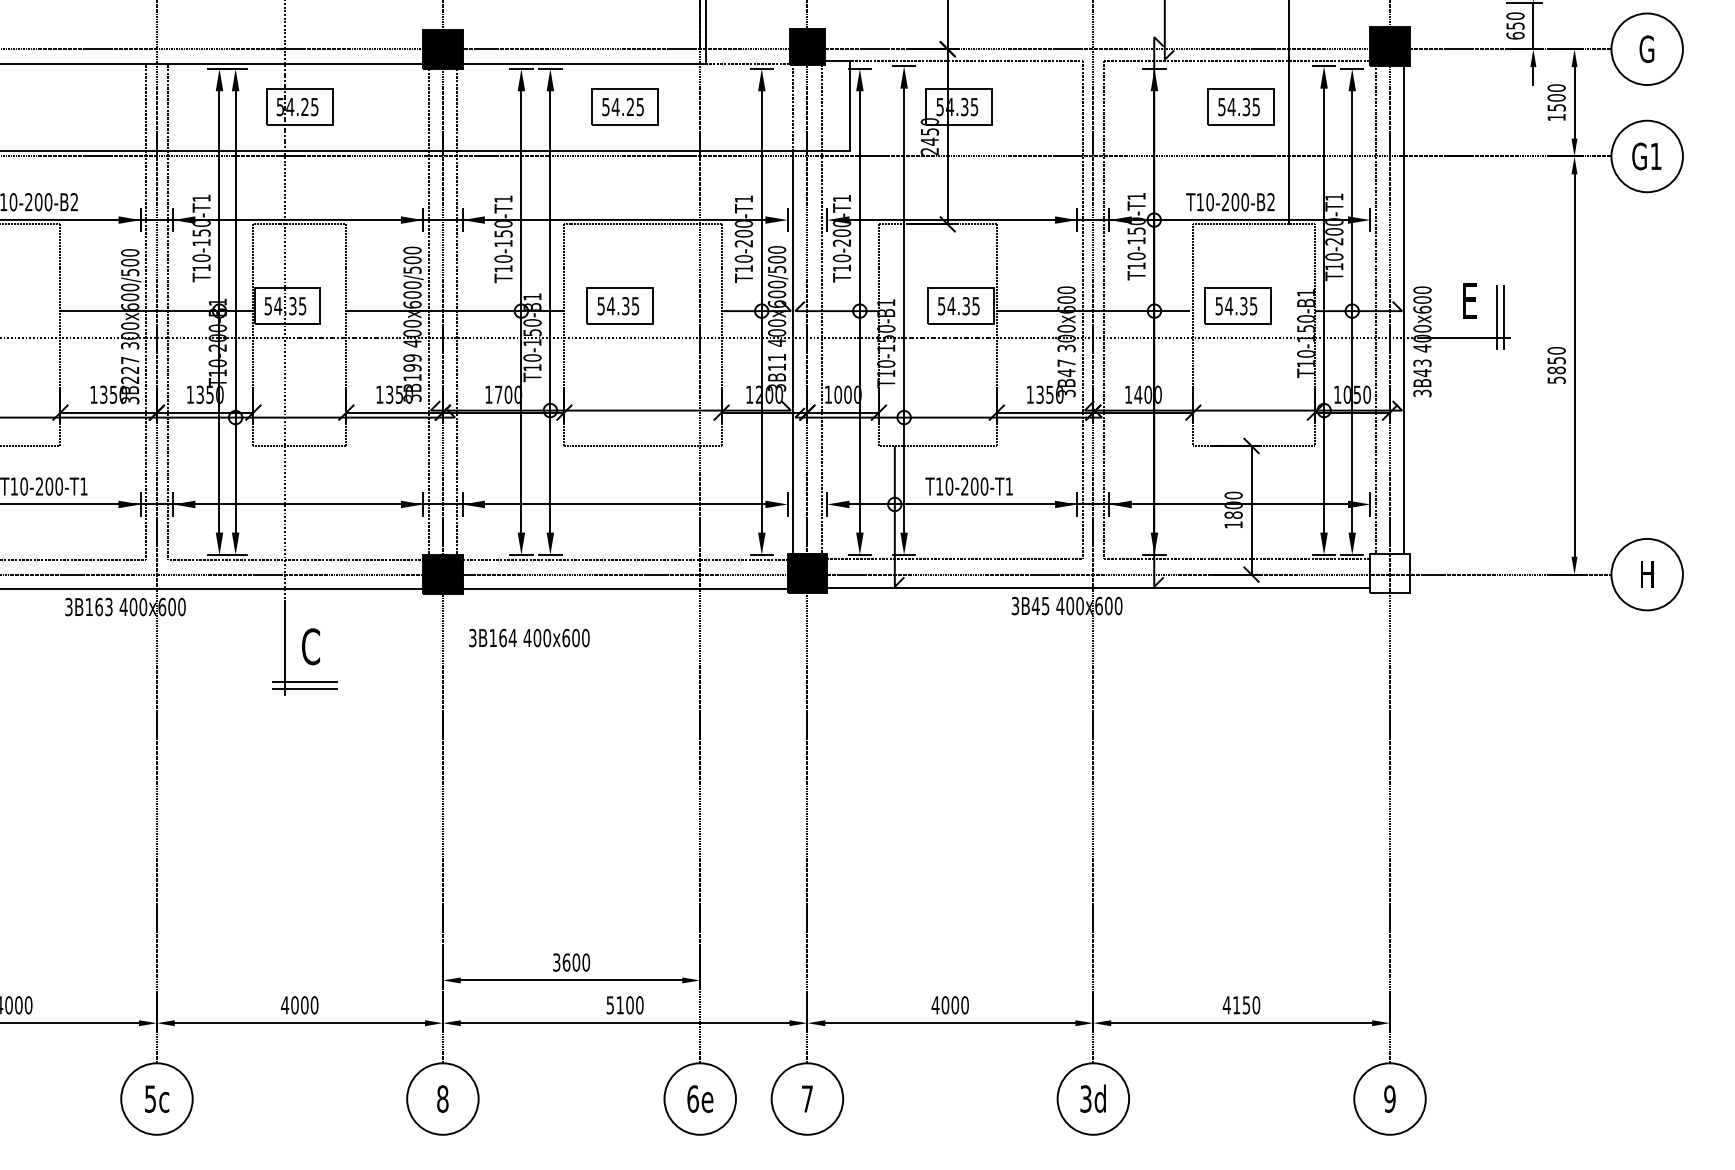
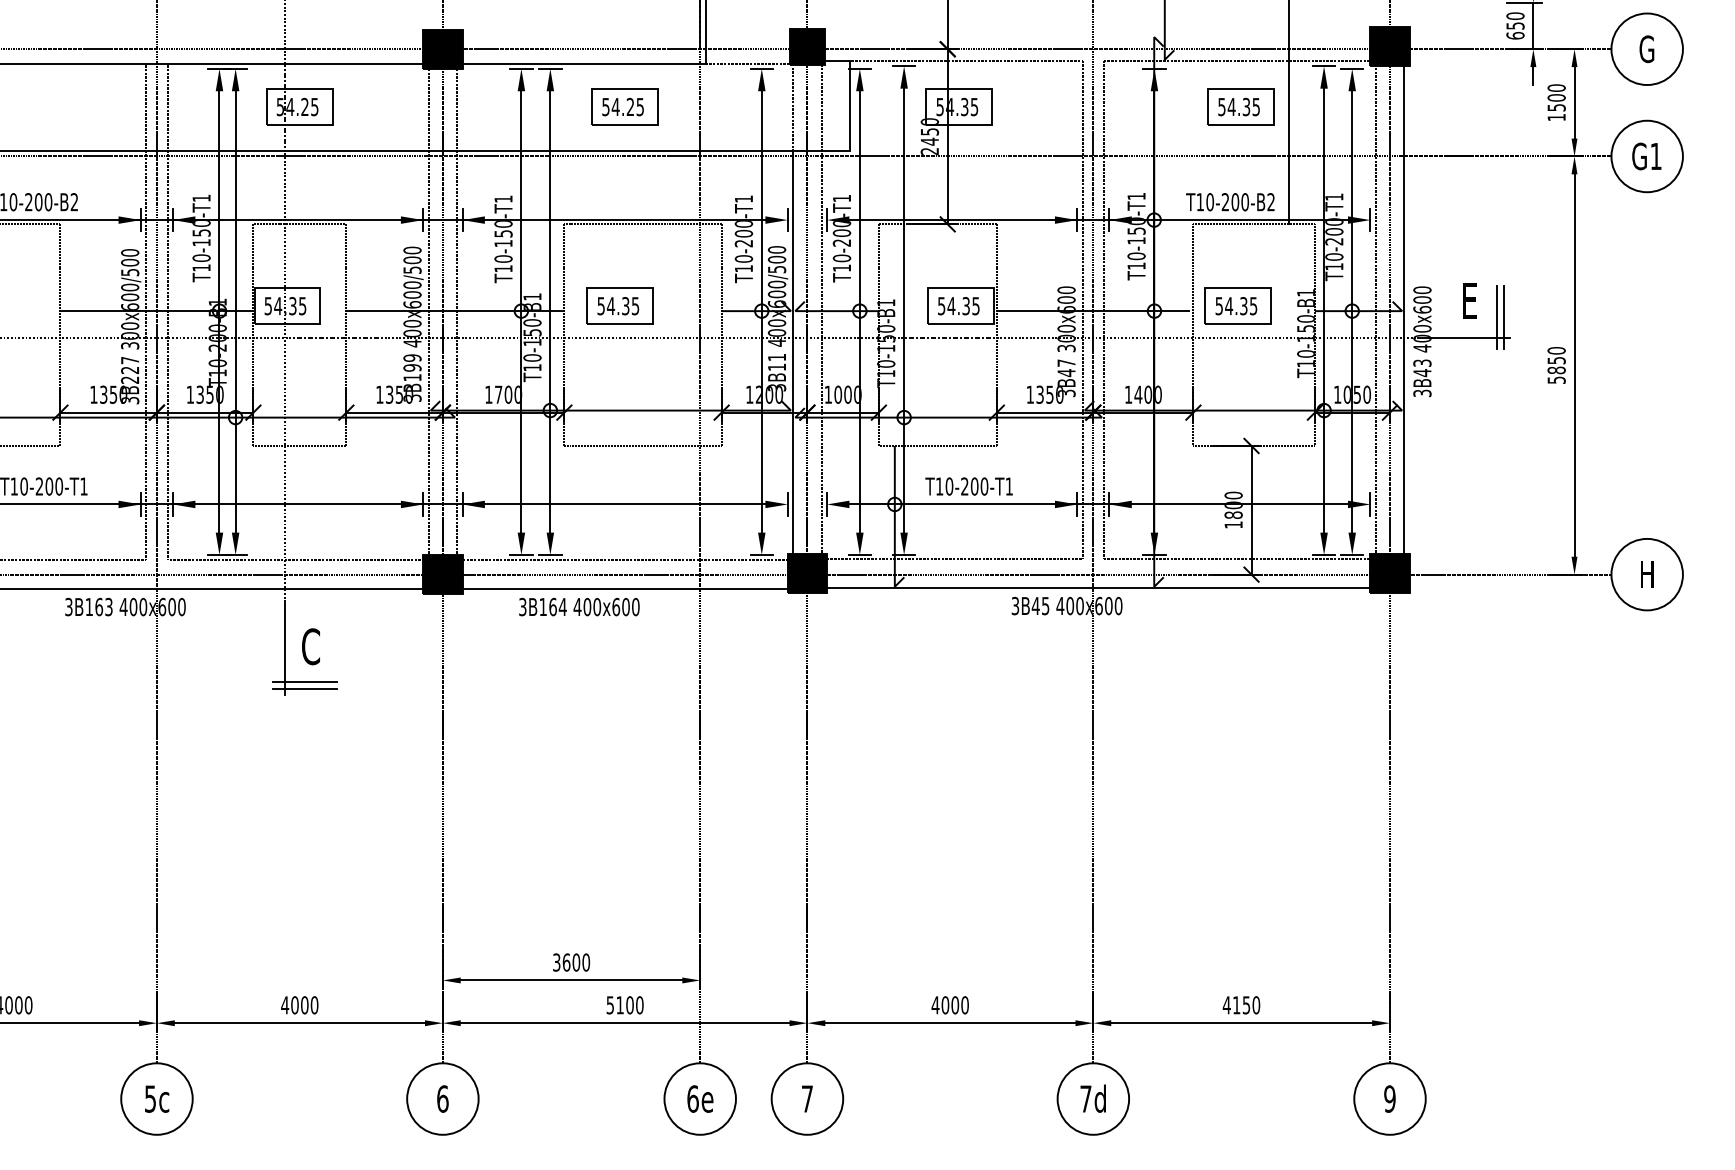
fill at (1389, 573): none -> present
text at (529, 637) position: (529, 637) -> (579, 606)
text at (442, 1098): 8 -> 6
text at (1085, 1098): 3d -> 7d
